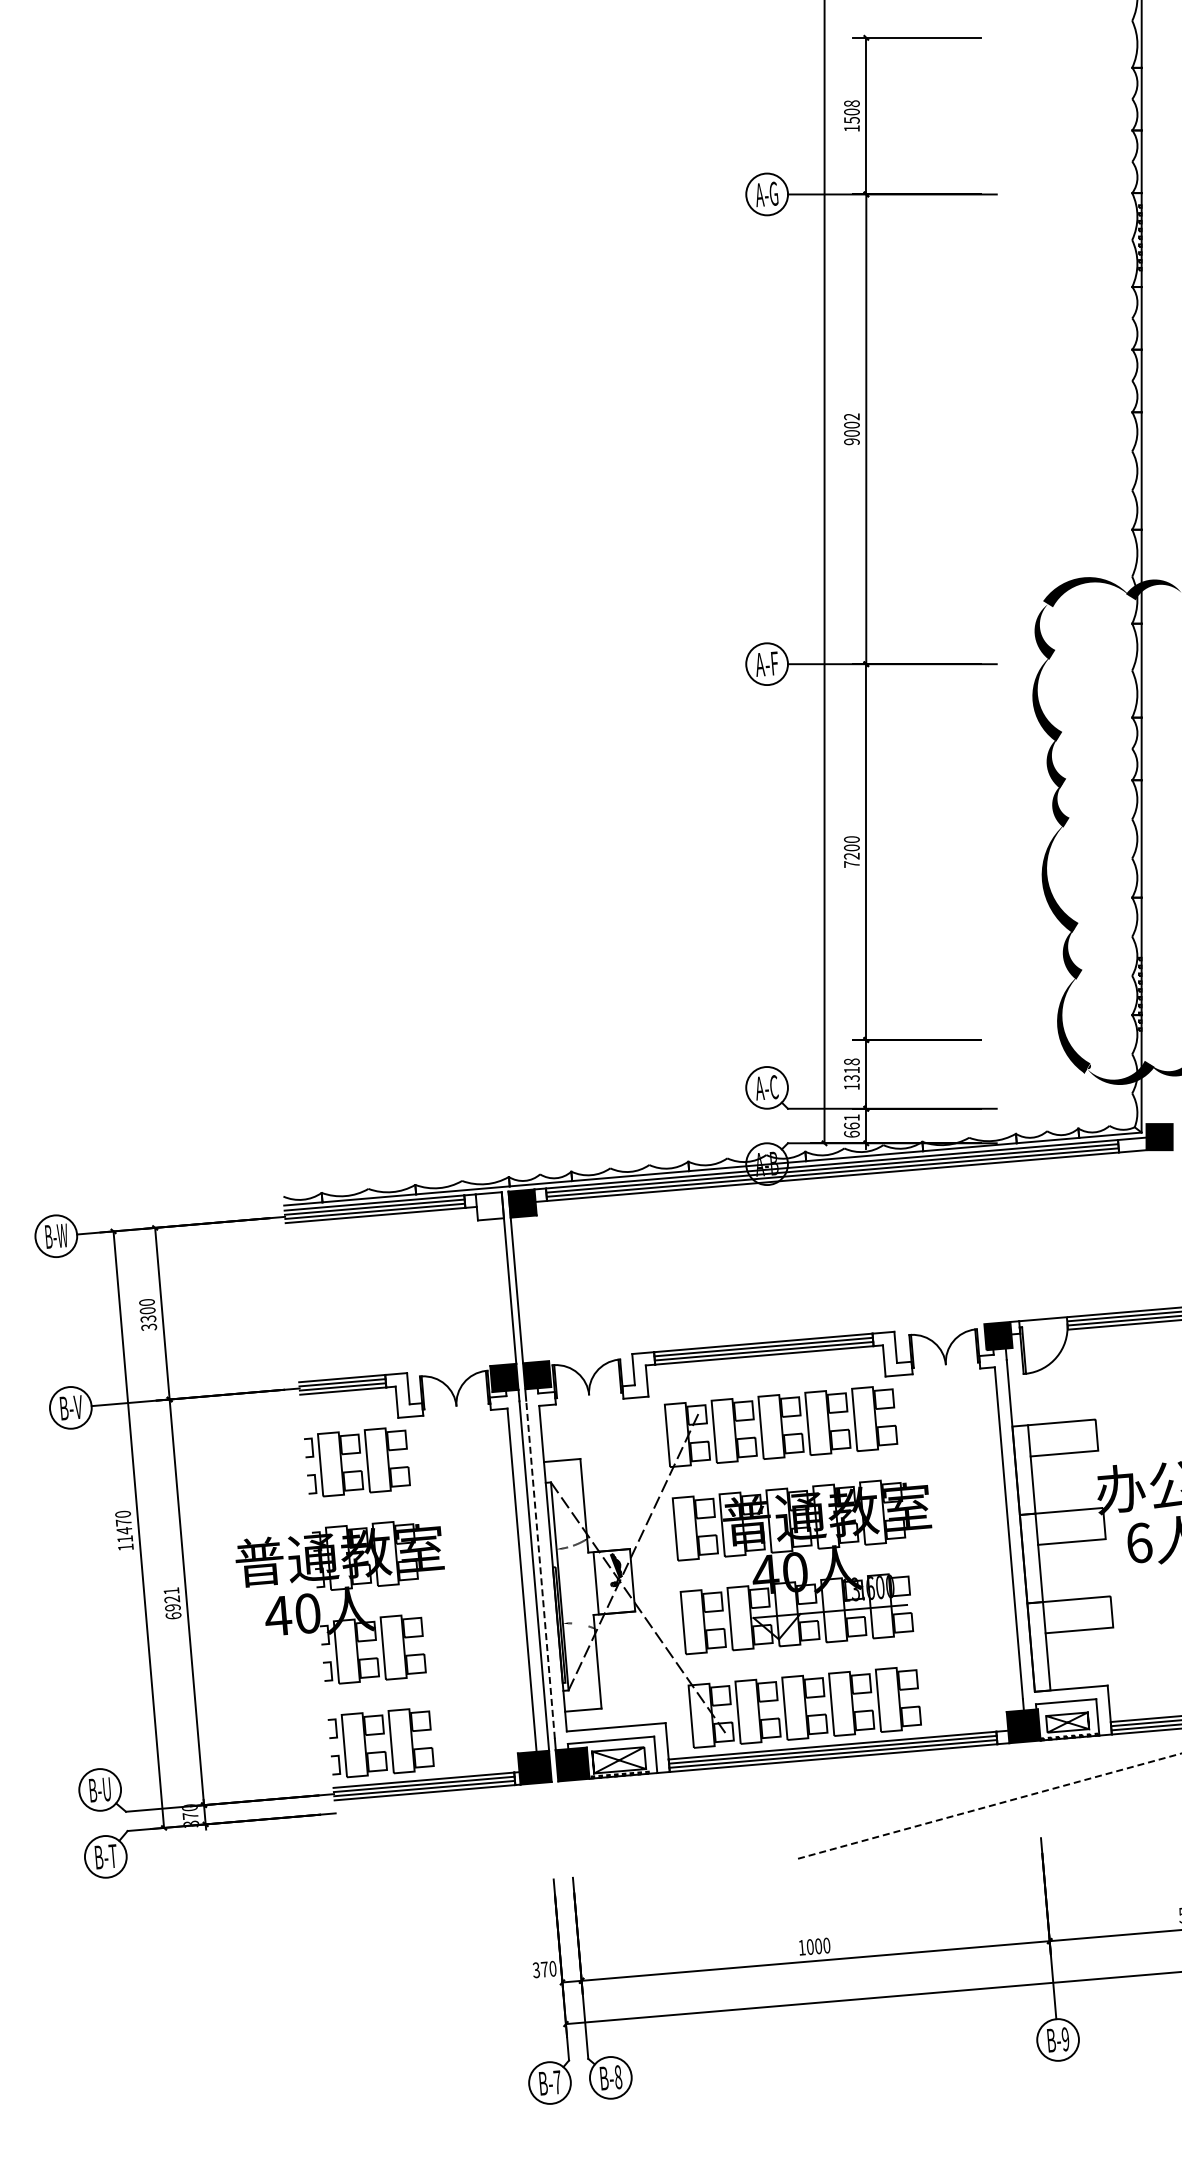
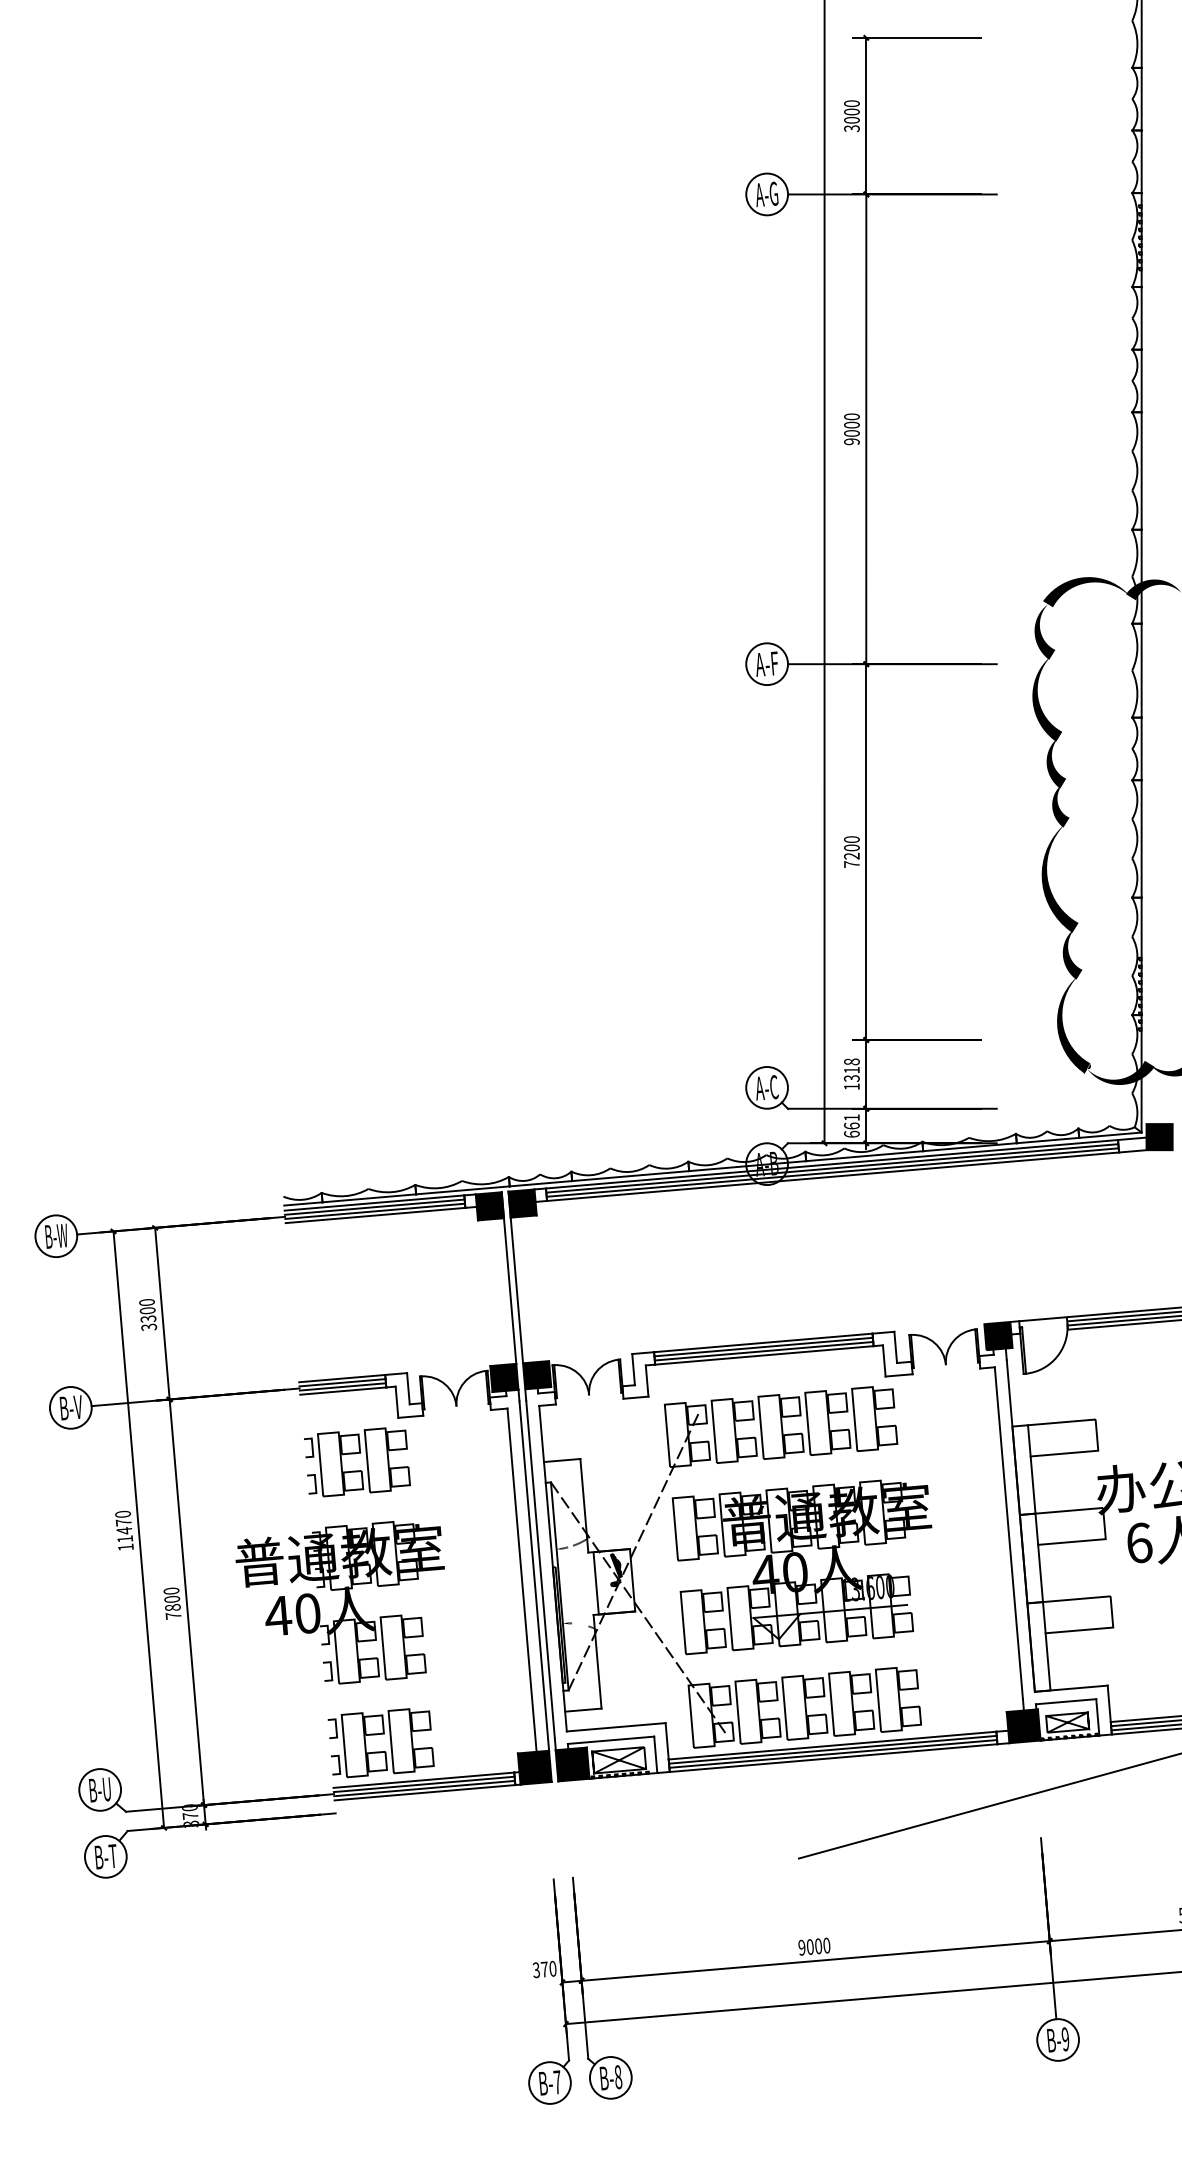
text at (851, 116): 1508 -> 3000
text at (851, 416): 9002 -> 9000
fill at (489, 1206): none -> present
line at (540, 1569): dashed -> solid
text at (172, 1603): 6921 -> 7800
line at (989, 1806): dashed -> solid
text at (801, 1947): 1000 -> 9000
